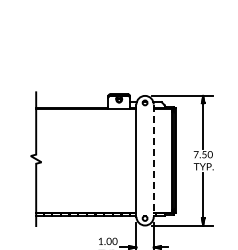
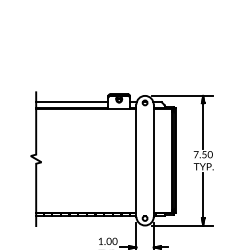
line at (72, 102): none -> present
line at (153, 161): dashed -> solid
